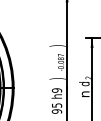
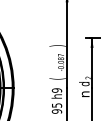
text at (57, 78): ) -> (
